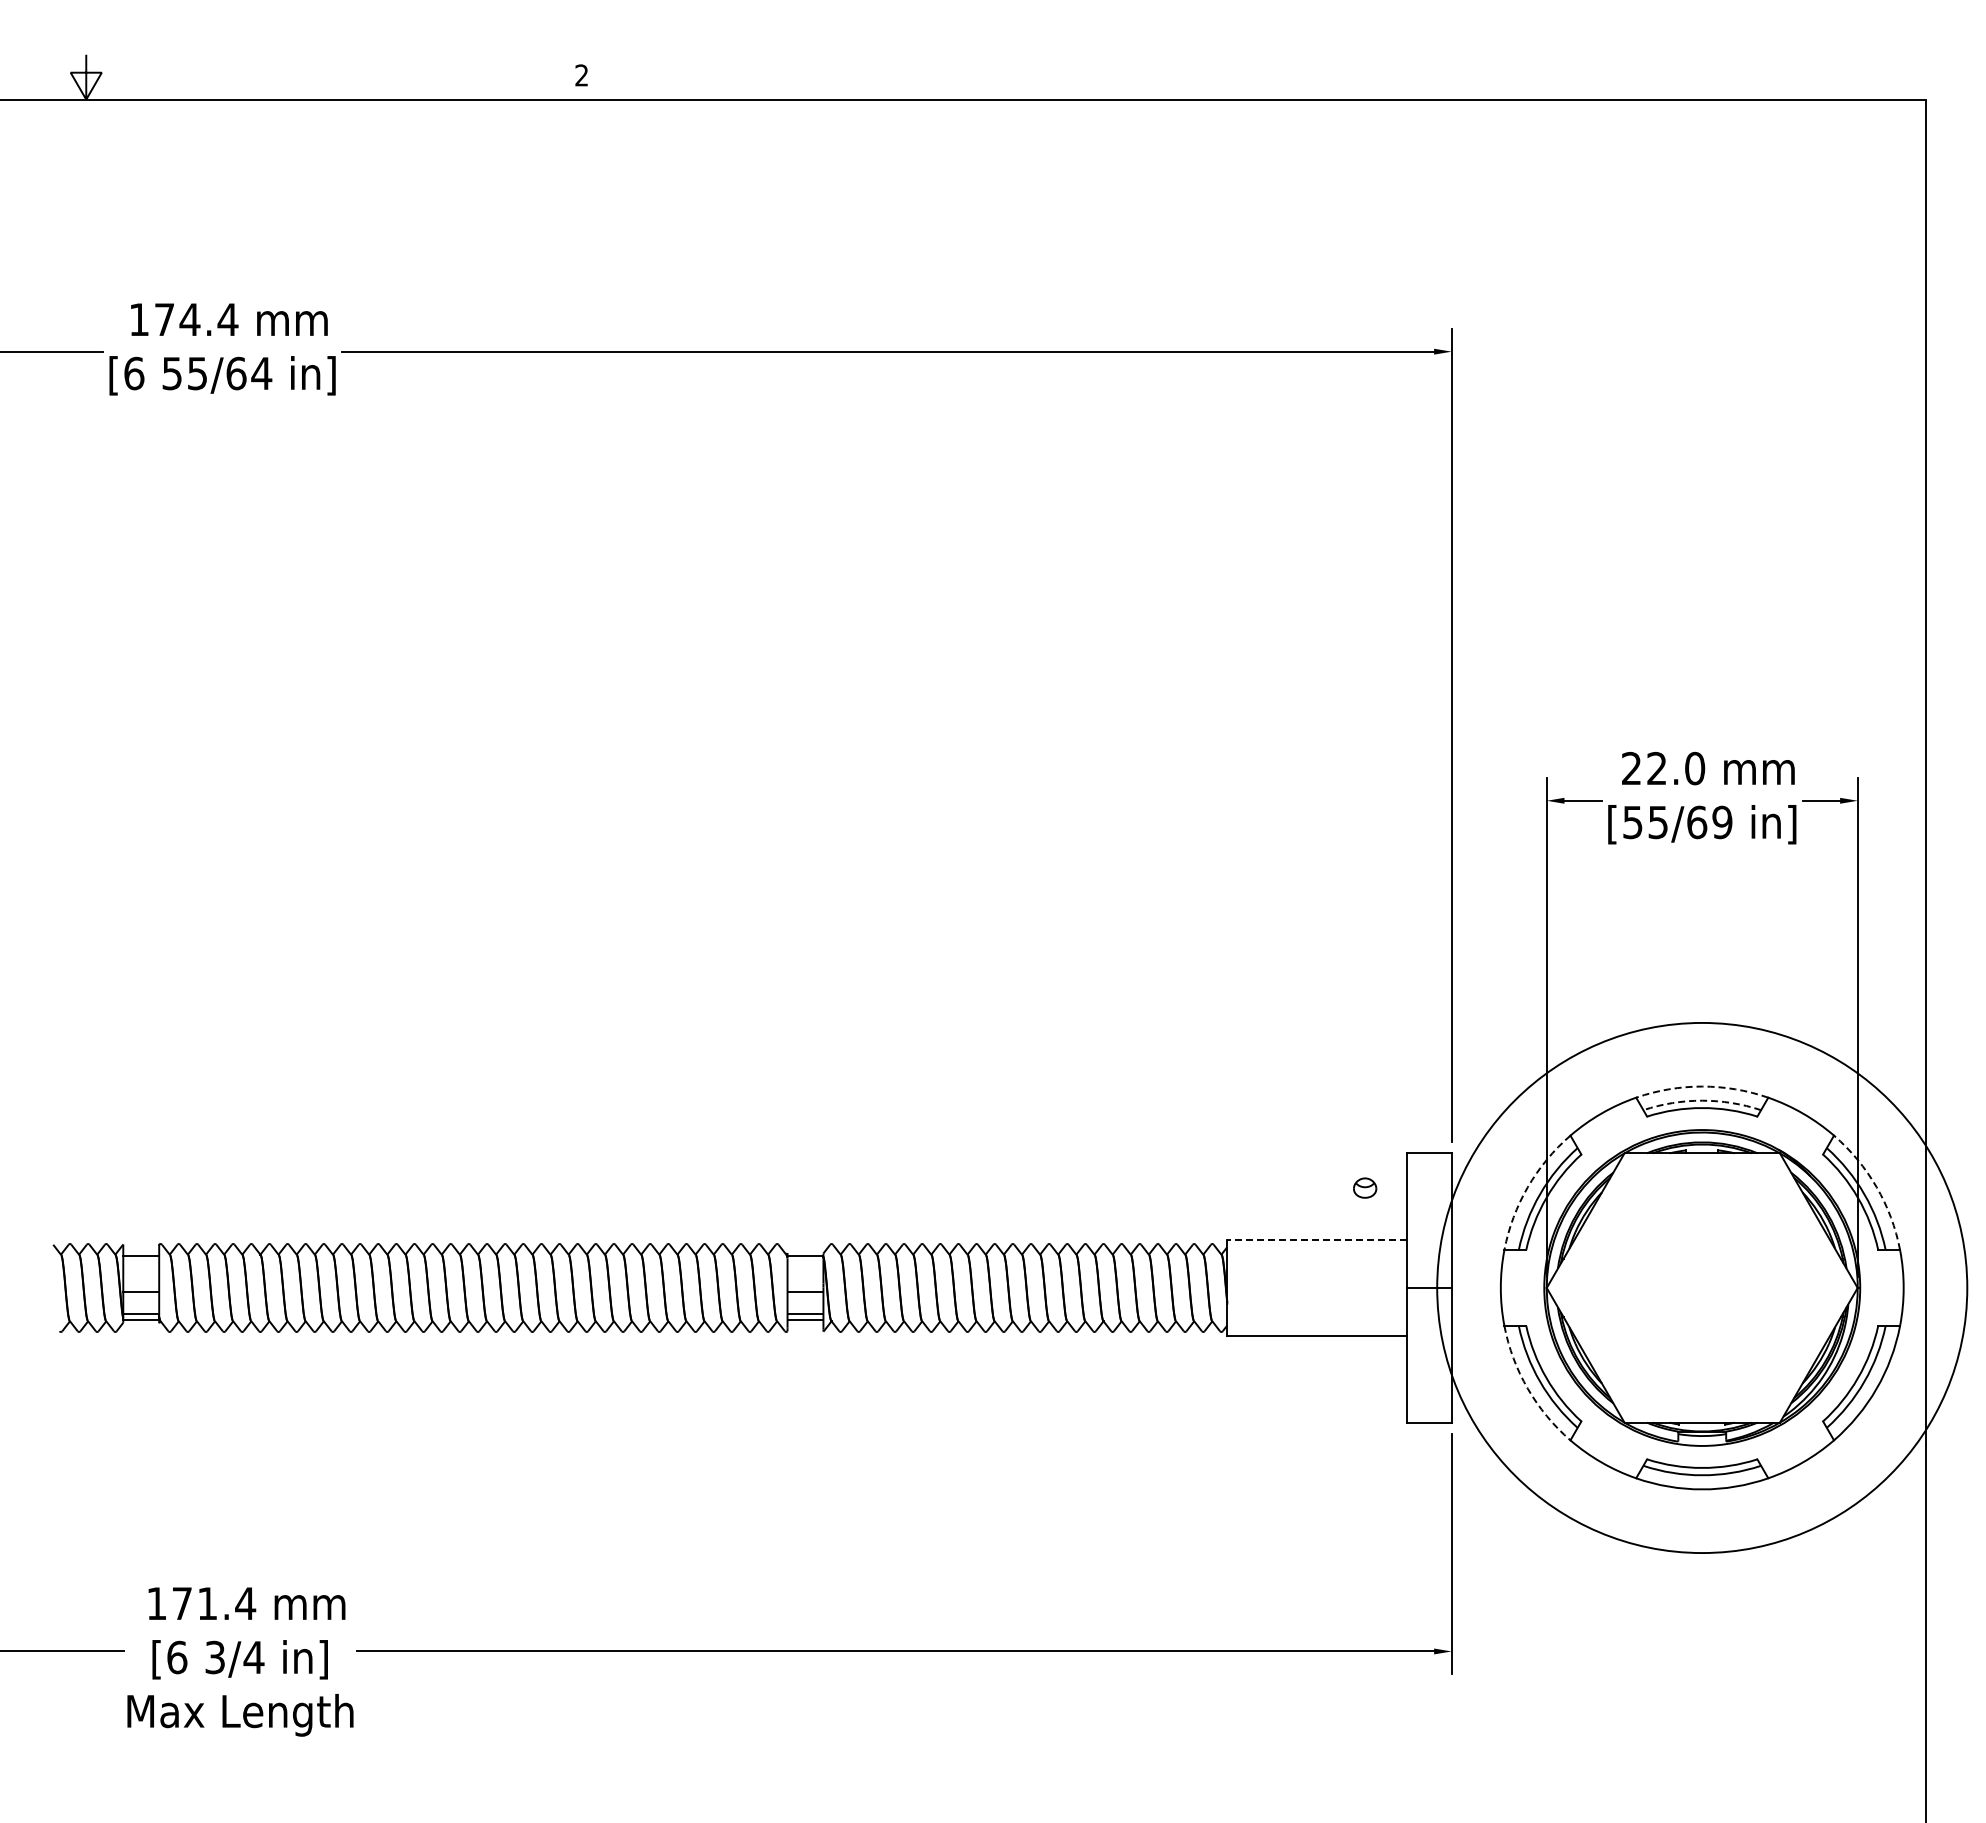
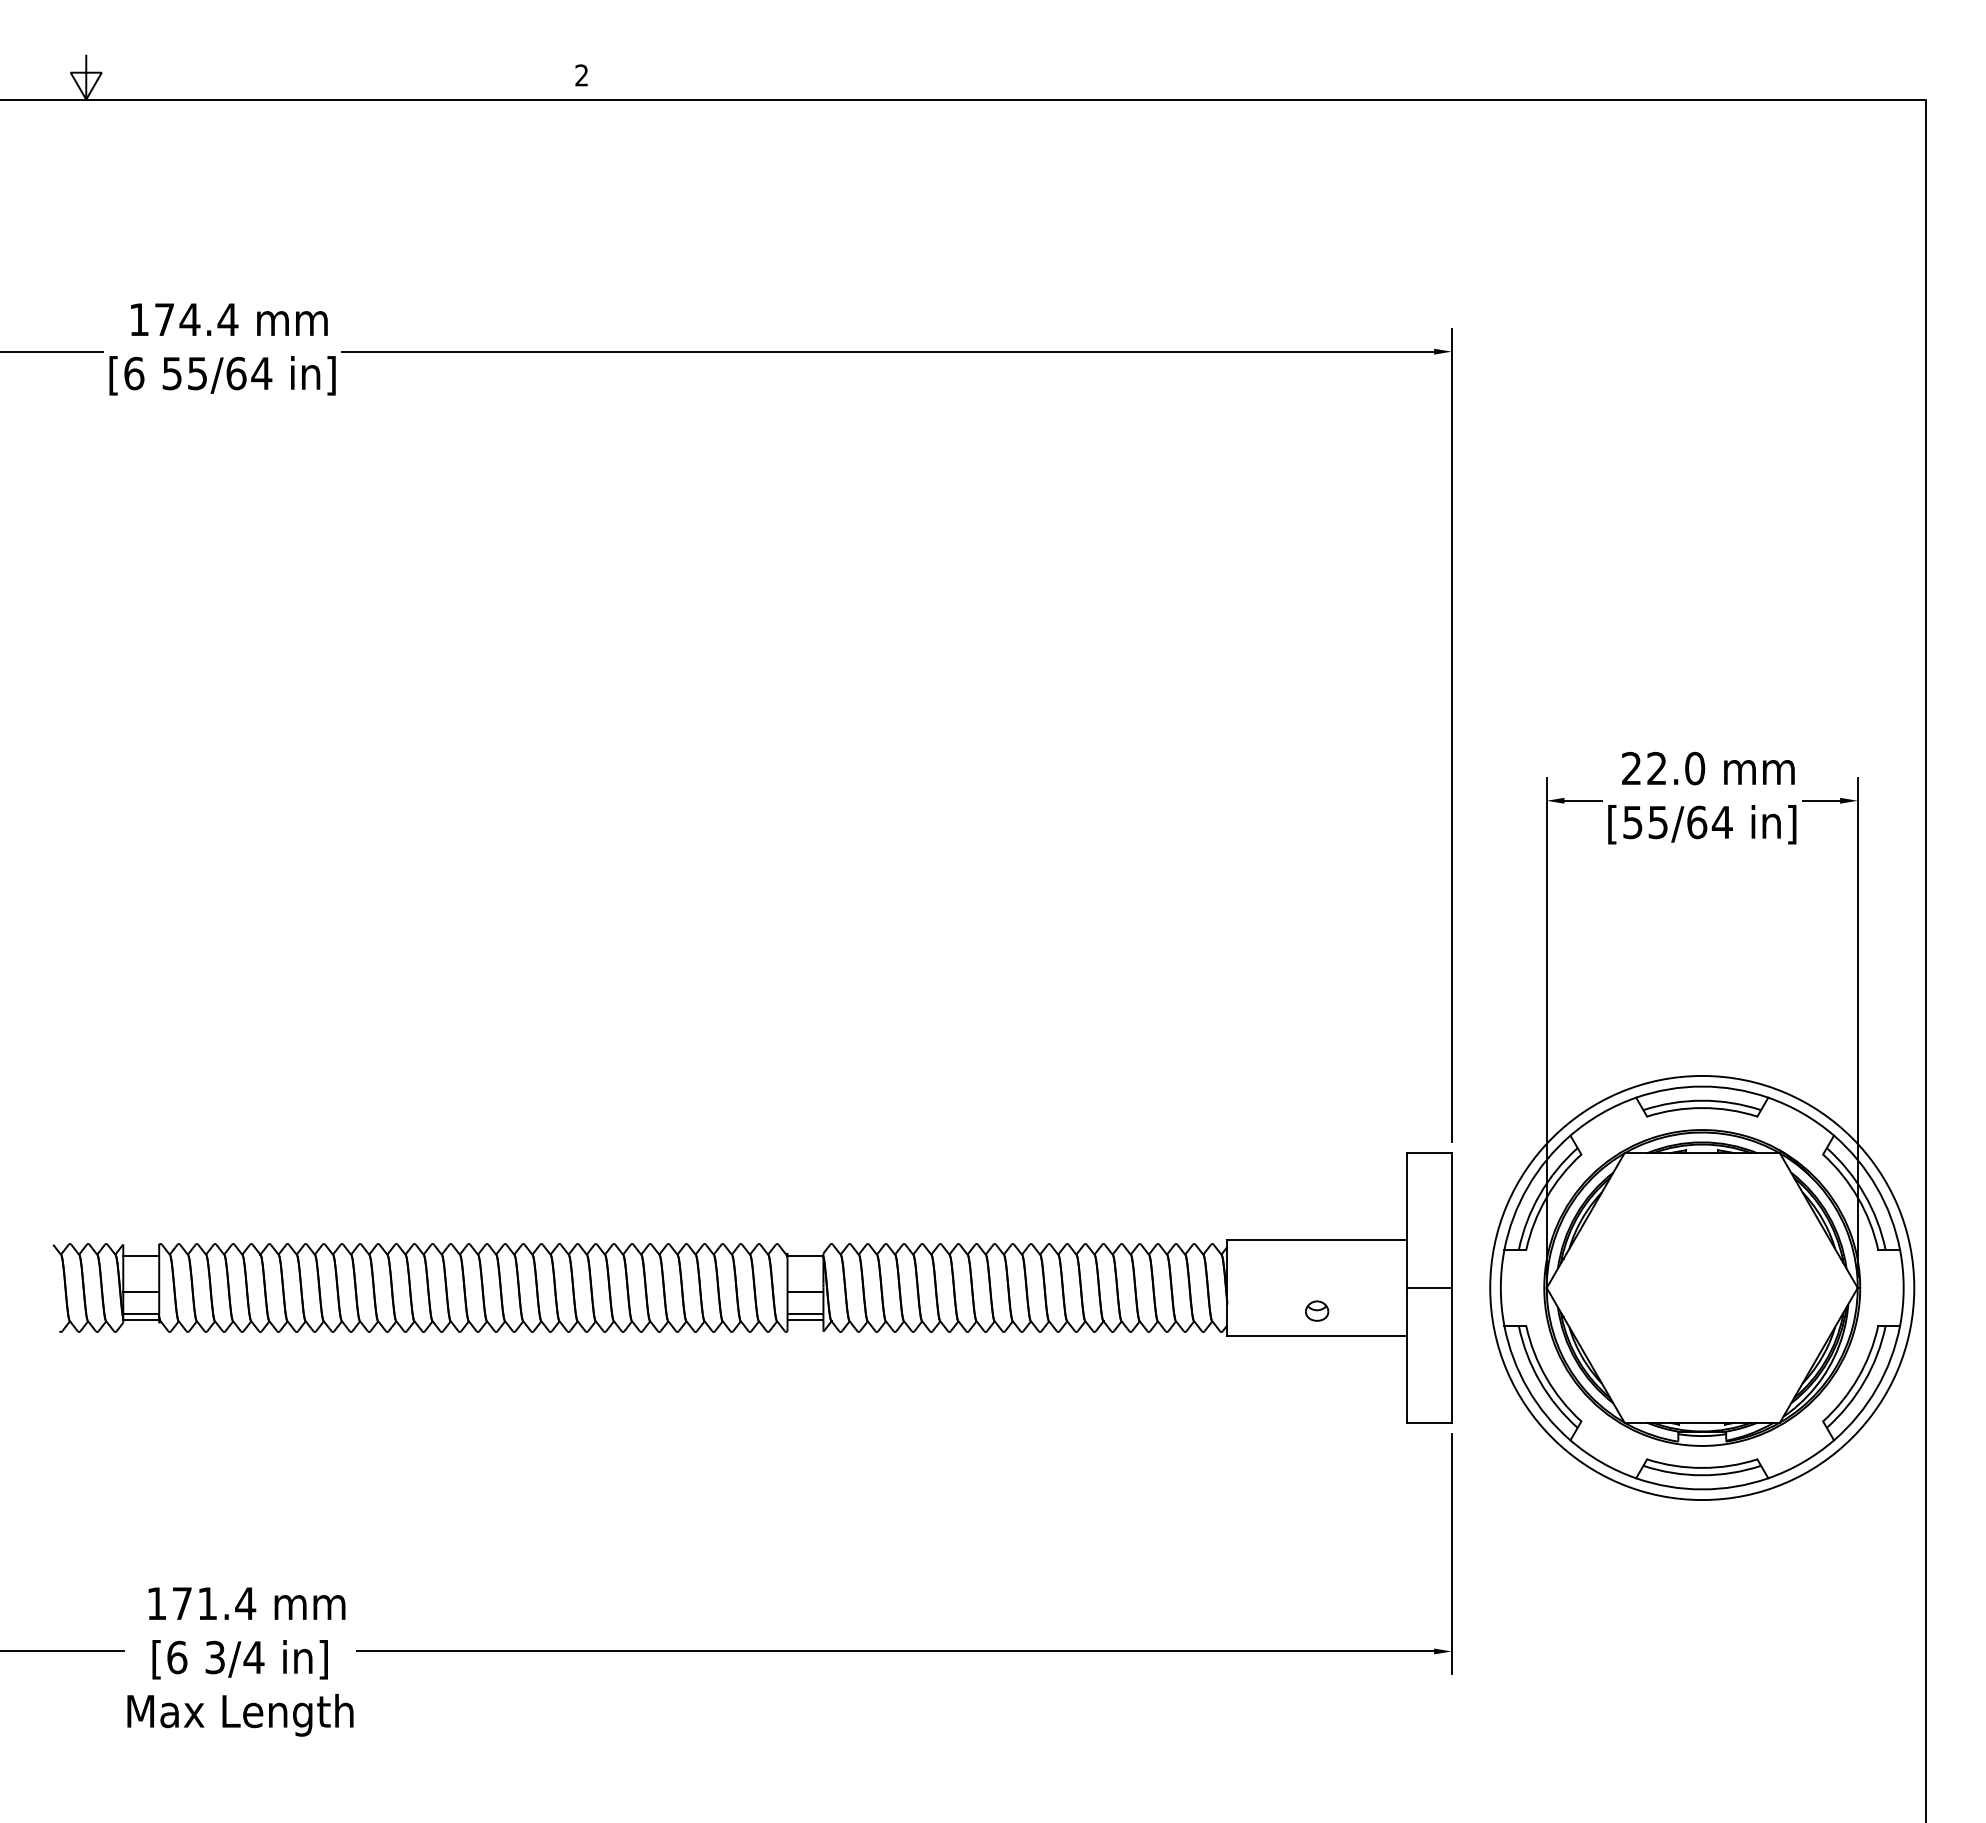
text at (1721, 822): [55/69 -> [55/64
arc at (1702, 1086): dashed -> solid
arc at (1702, 1100): dashed -> solid
part at (1365, 1187) position: (1365, 1187) -> (1317, 1310)
arc at (1527, 1187): dashed -> solid
arc at (1876, 1187): dashed -> solid
line at (1317, 1240): dashed -> solid
circle at (1702, 1287) diameter: 530 px -> 424 px
arc at (1527, 1388): dashed -> solid
